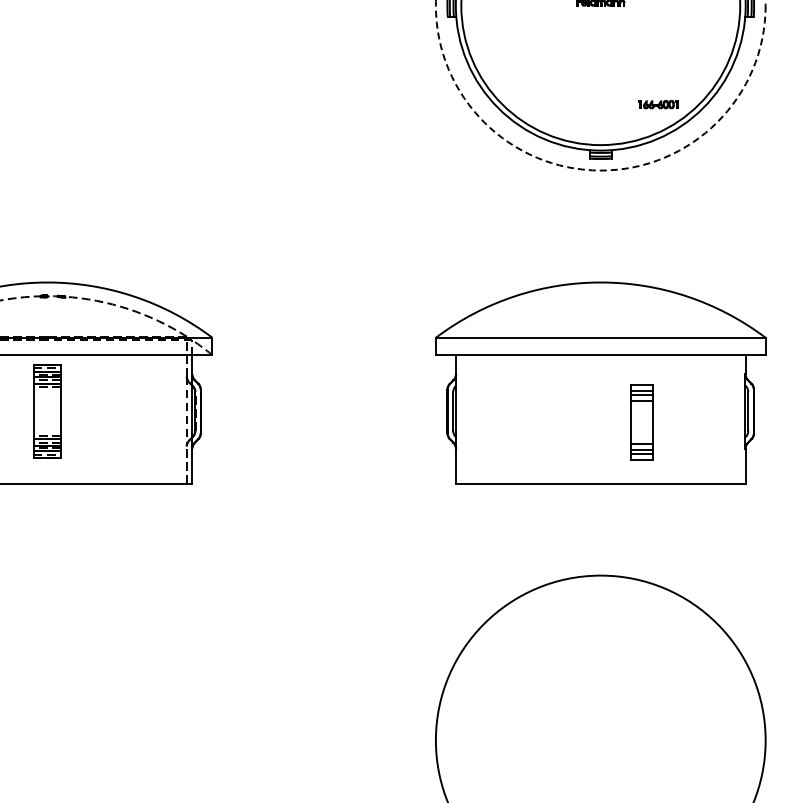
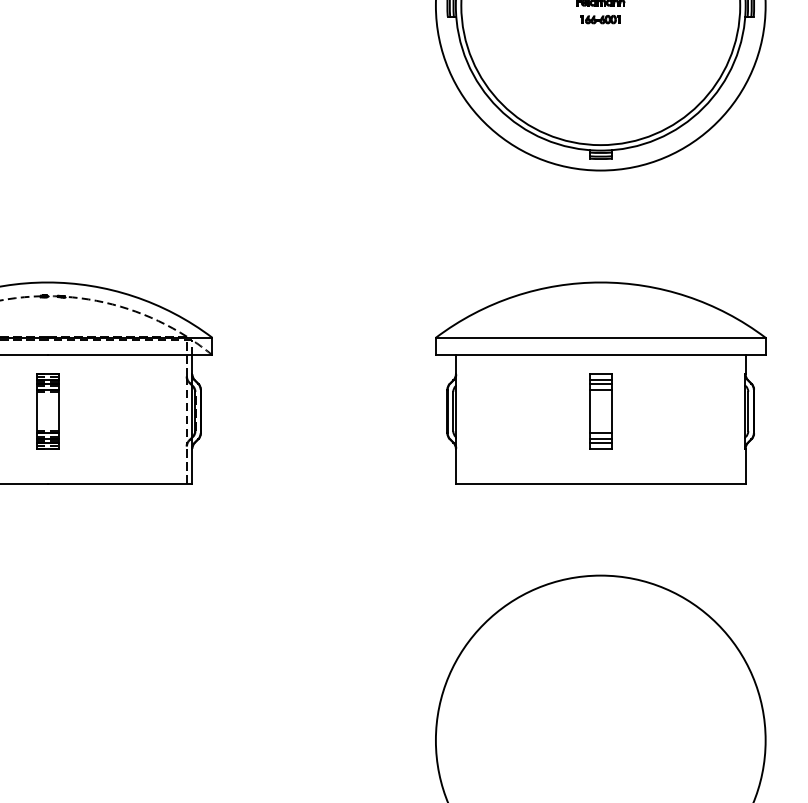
circle at (600, 85): dashed -> solid
part at (658, 104) position: (658, 104) -> (600, 19)
part at (47, 411) size: 29x95 px -> 24x77 px
part at (641, 422) position: (641, 422) -> (600, 411)
